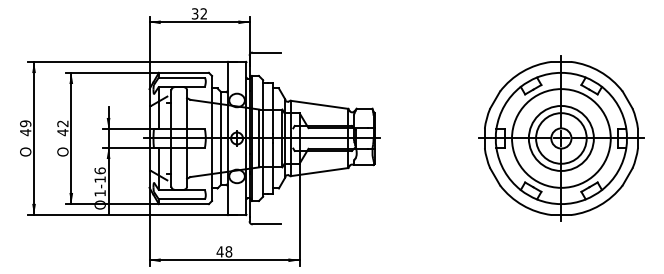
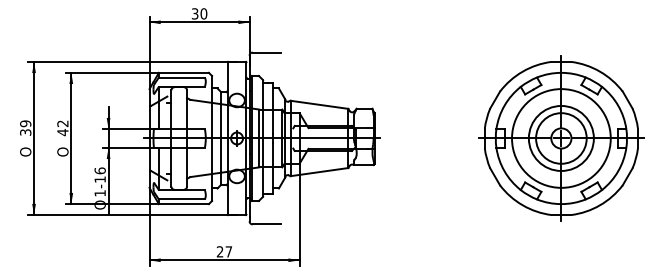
text at (203, 13): 32 -> 30
text at (25, 132): 49 -> 39
text at (224, 251): 48 -> 27
